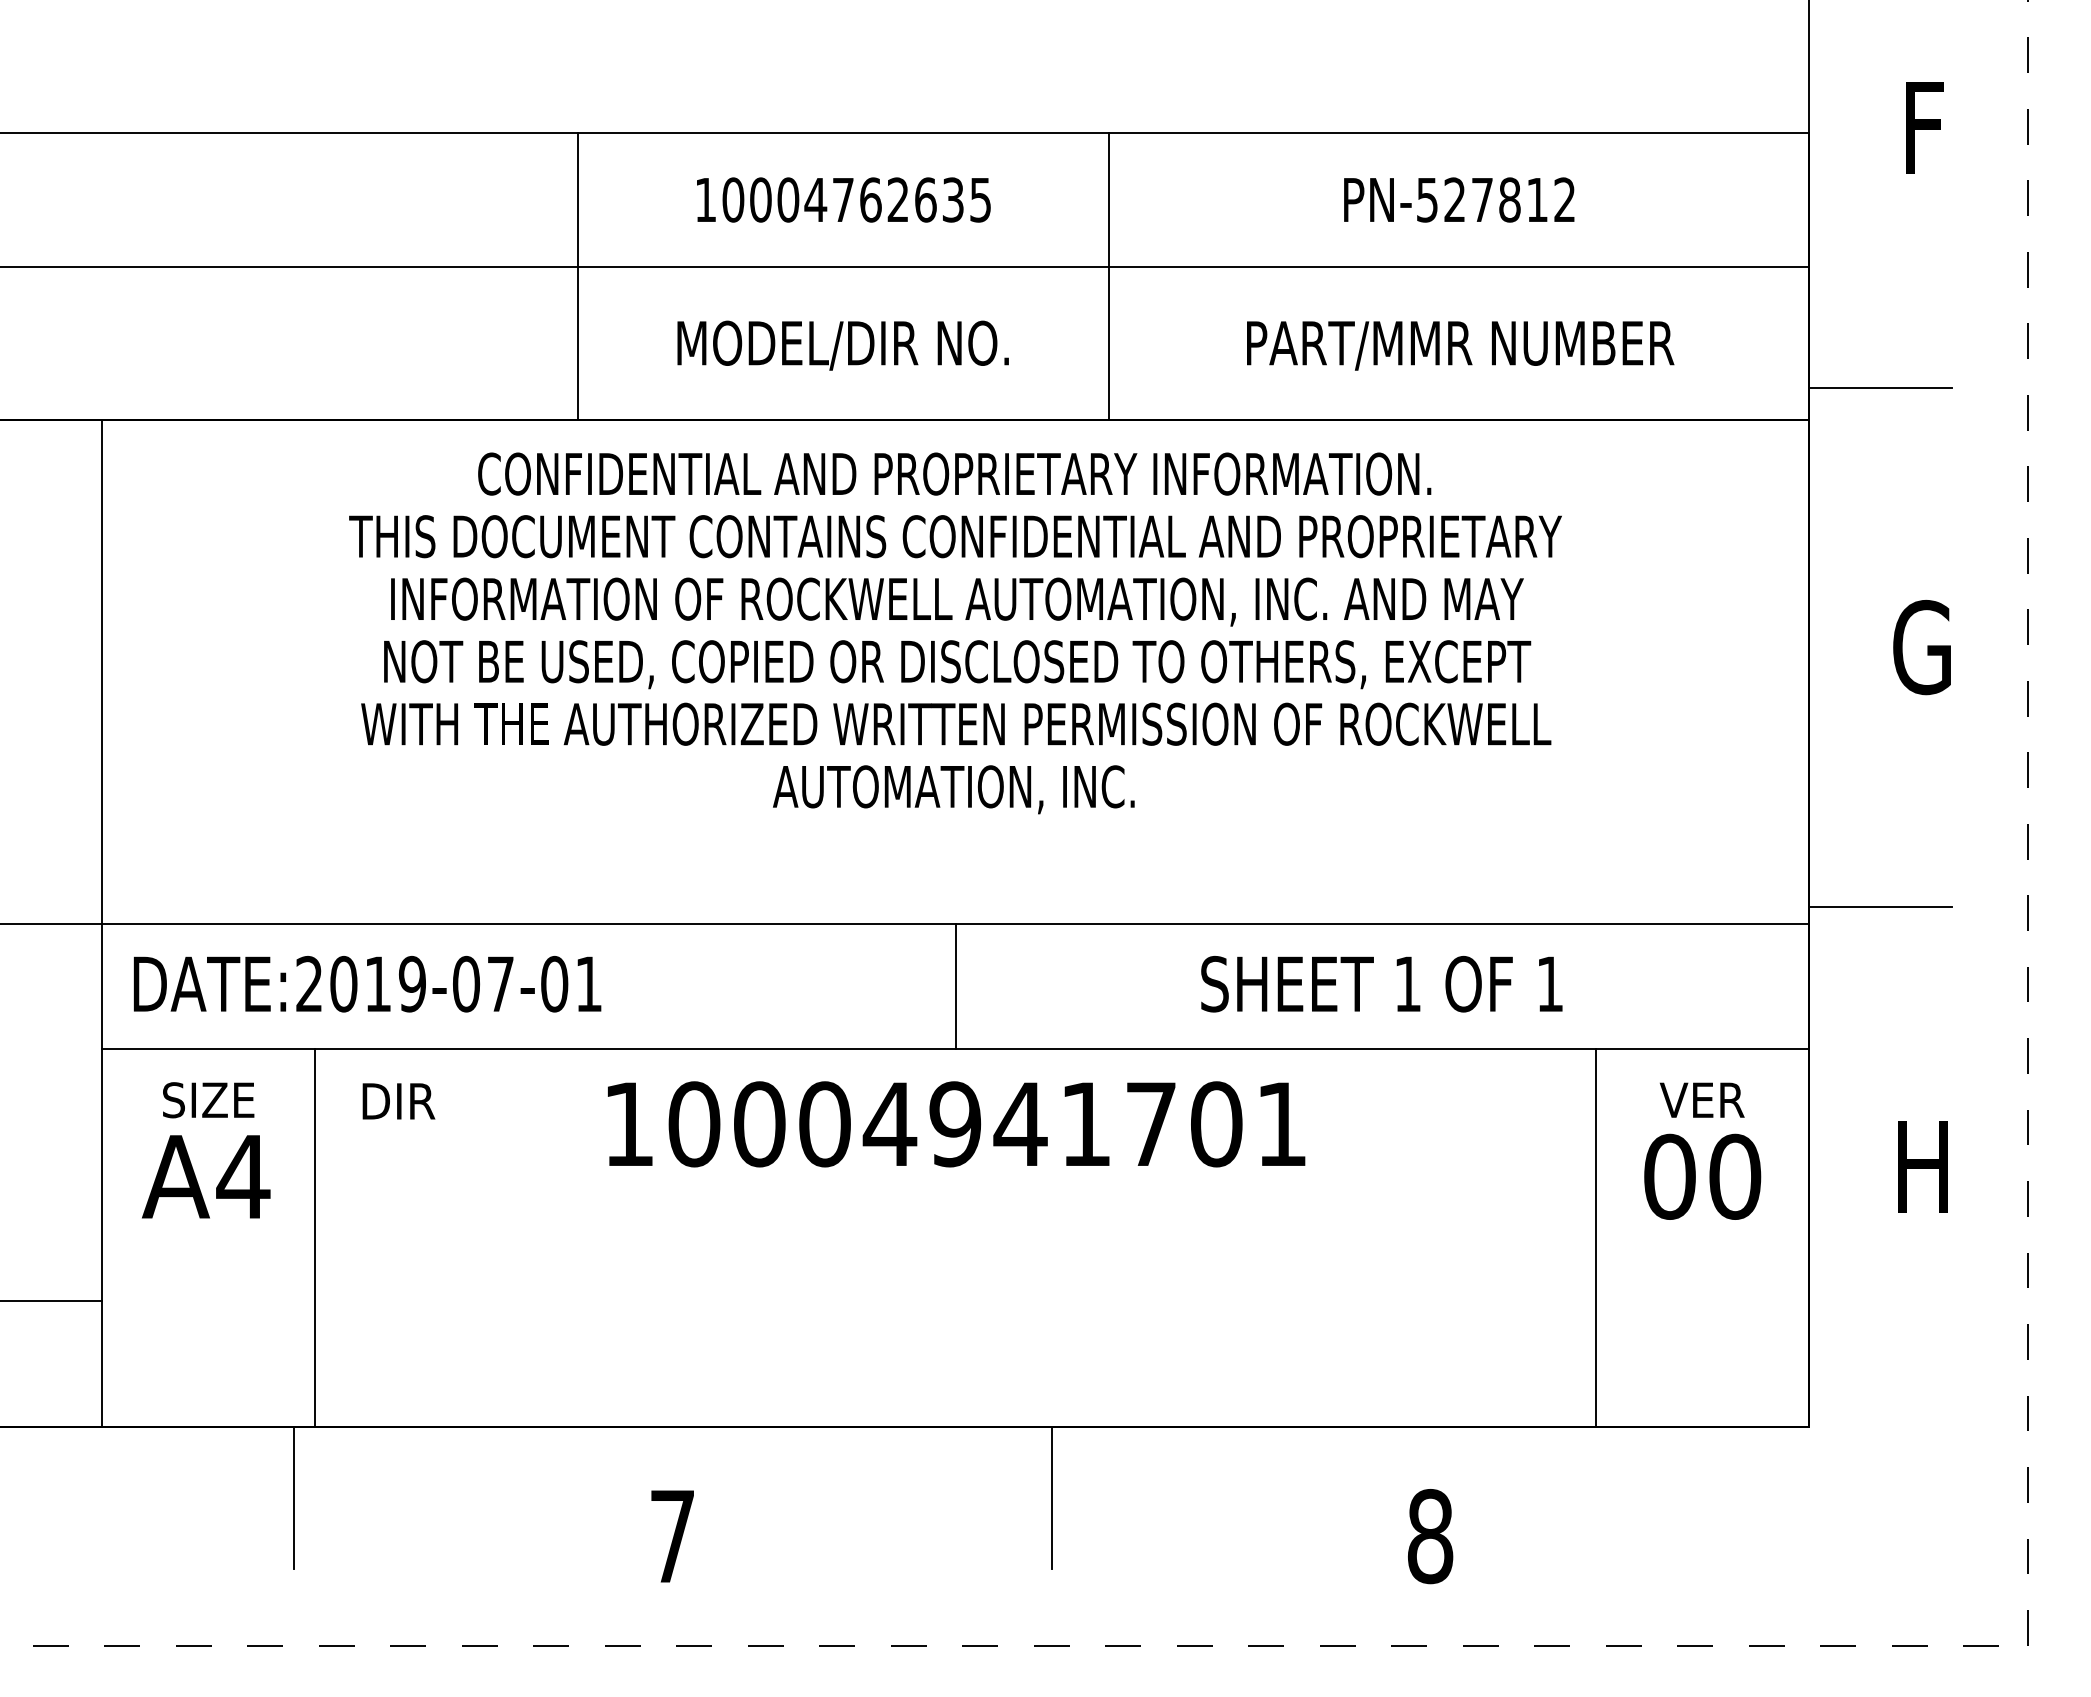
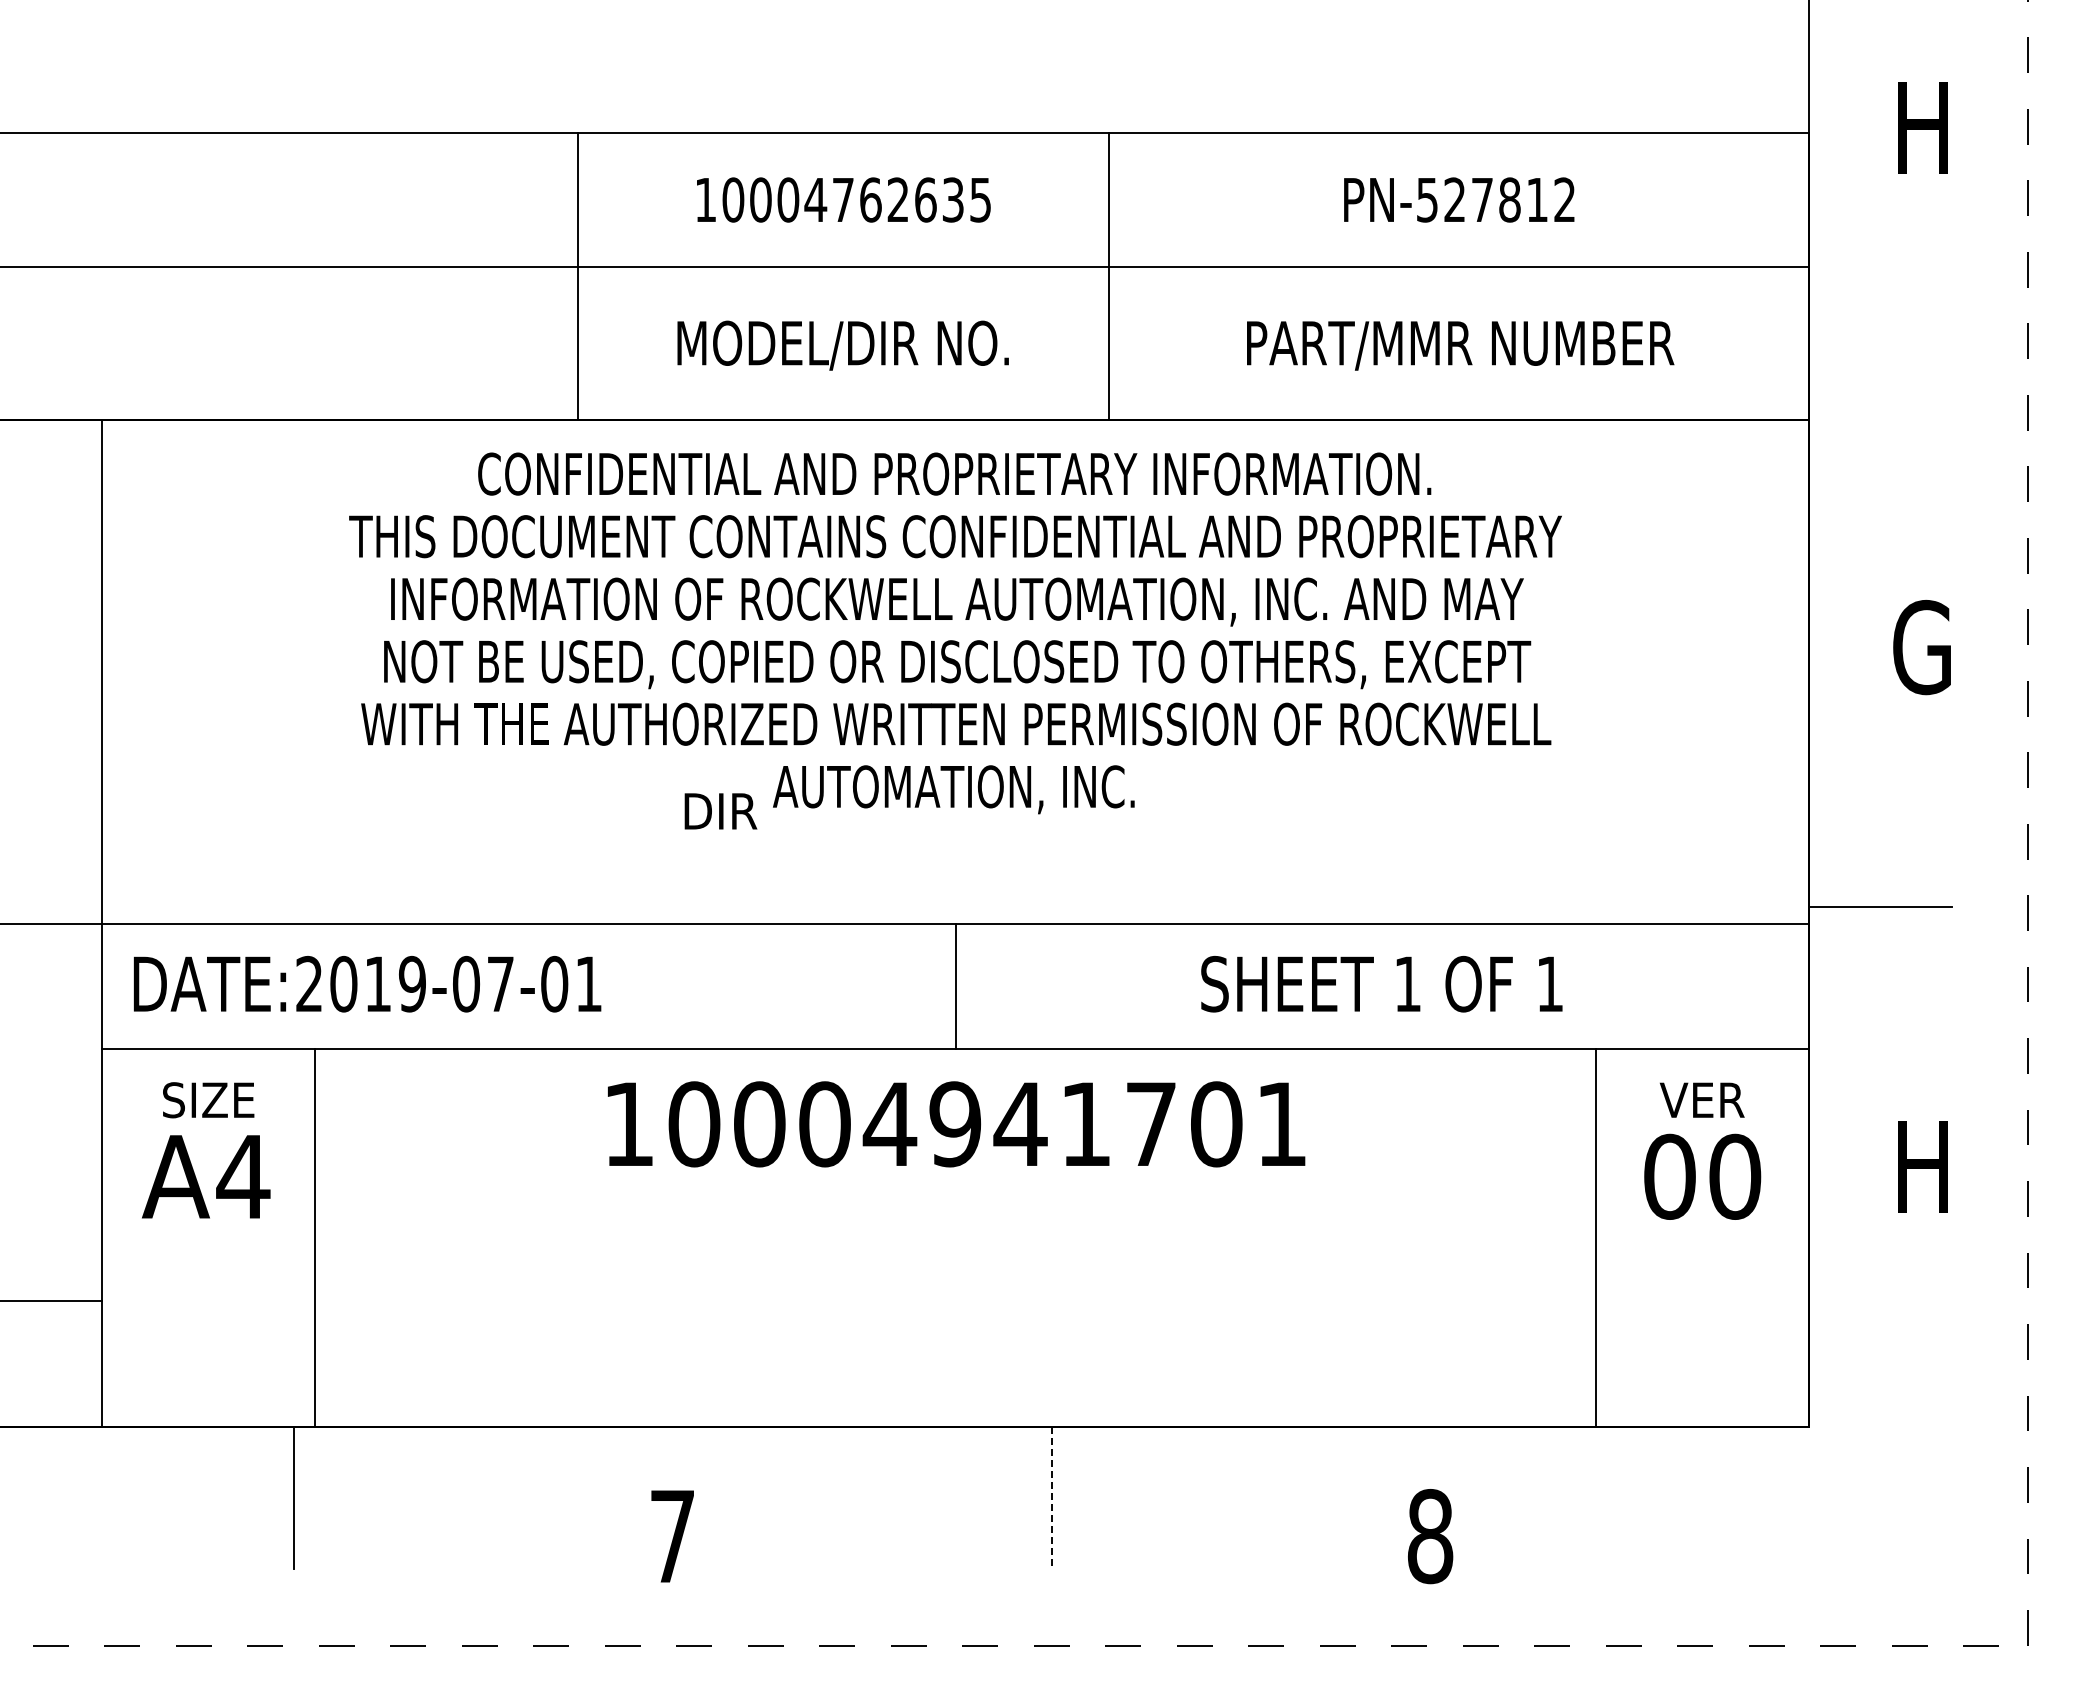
text at (1922, 127): F -> H
line at (1880, 387): present -> none
text at (398, 1101) position: (398, 1101) -> (720, 811)
line at (1051, 1498): solid -> dashed
